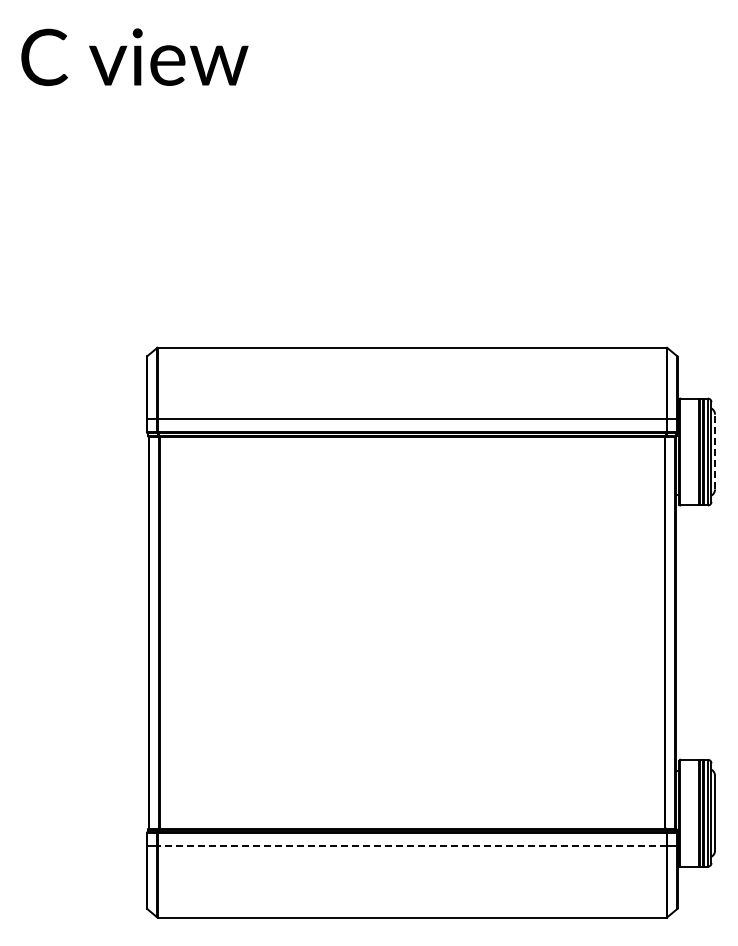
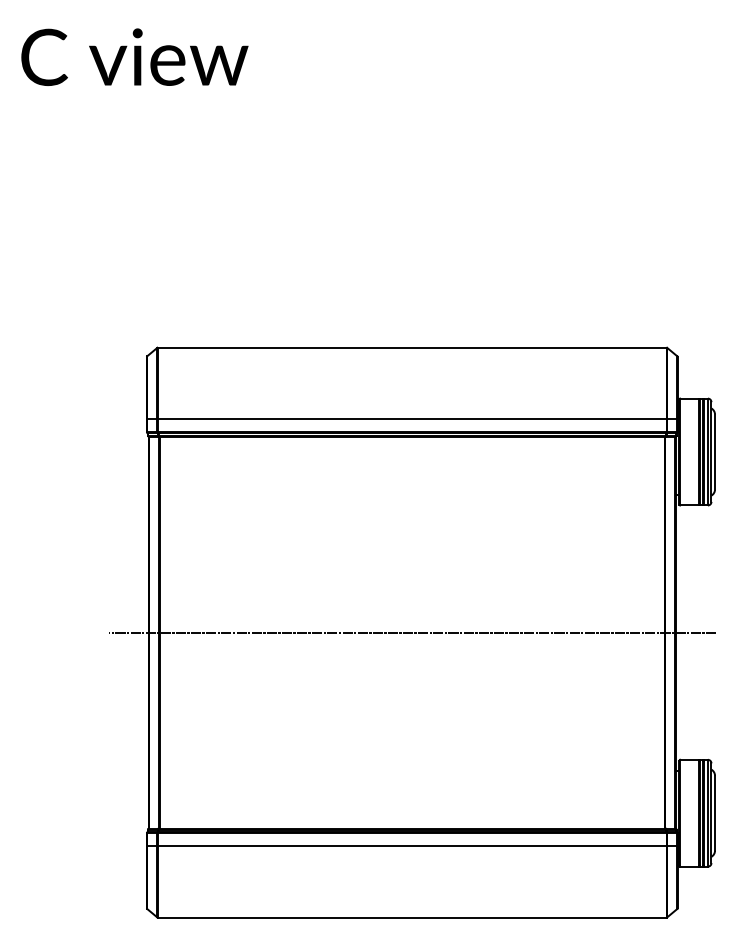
line at (715, 451): dashed -> solid
line at (411, 632): none -> present
line at (411, 846): dashed -> solid
